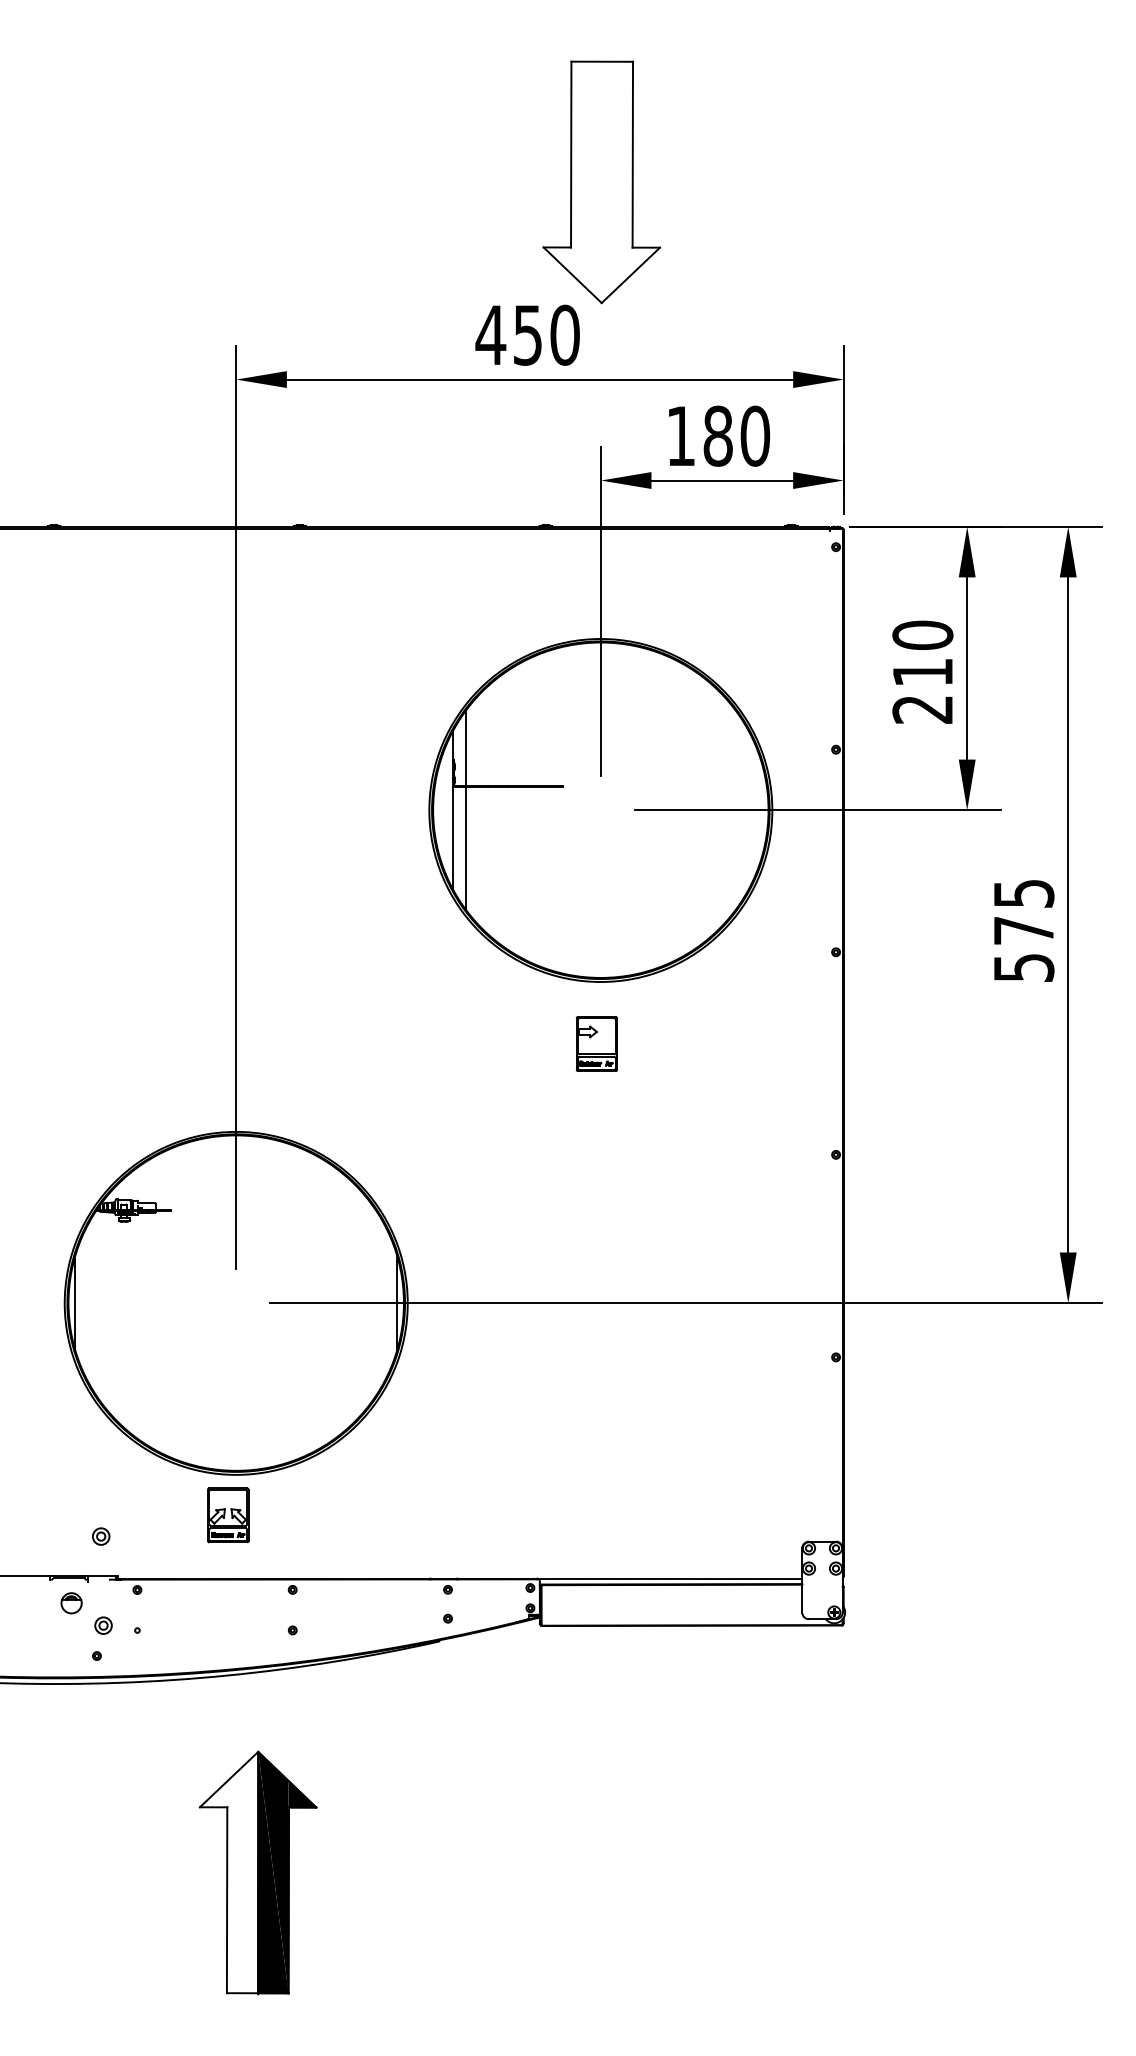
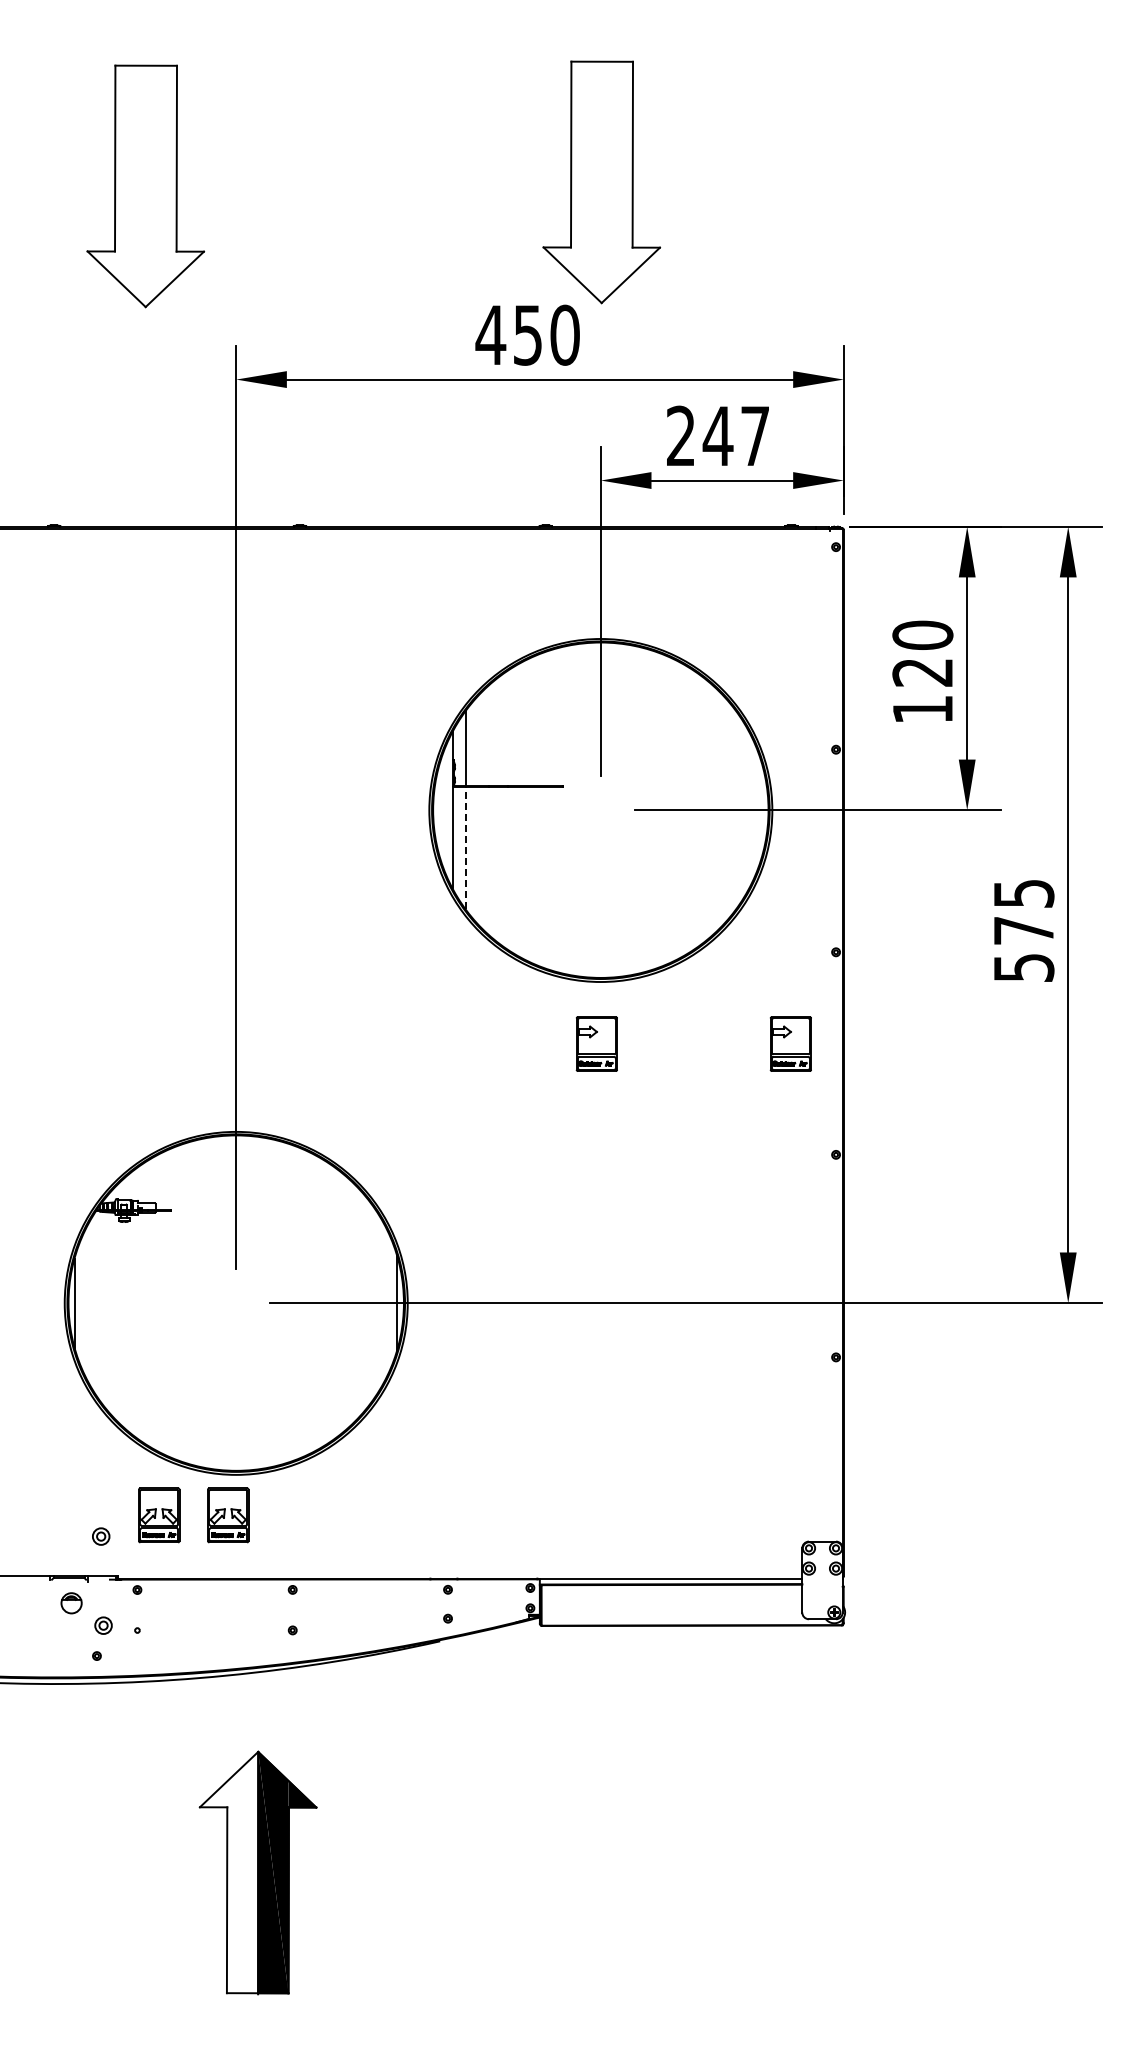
part at (145, 186): none -> present
text at (718, 435): 180 -> 247
text at (922, 691): 210 -> 120
line at (465, 847): solid -> dashed
part at (790, 1043): none -> present
part at (159, 1515): none -> present
